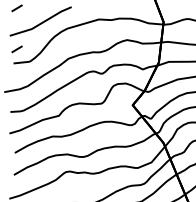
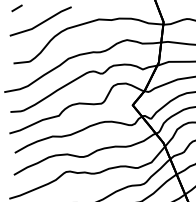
line at (16, 49): present -> none
